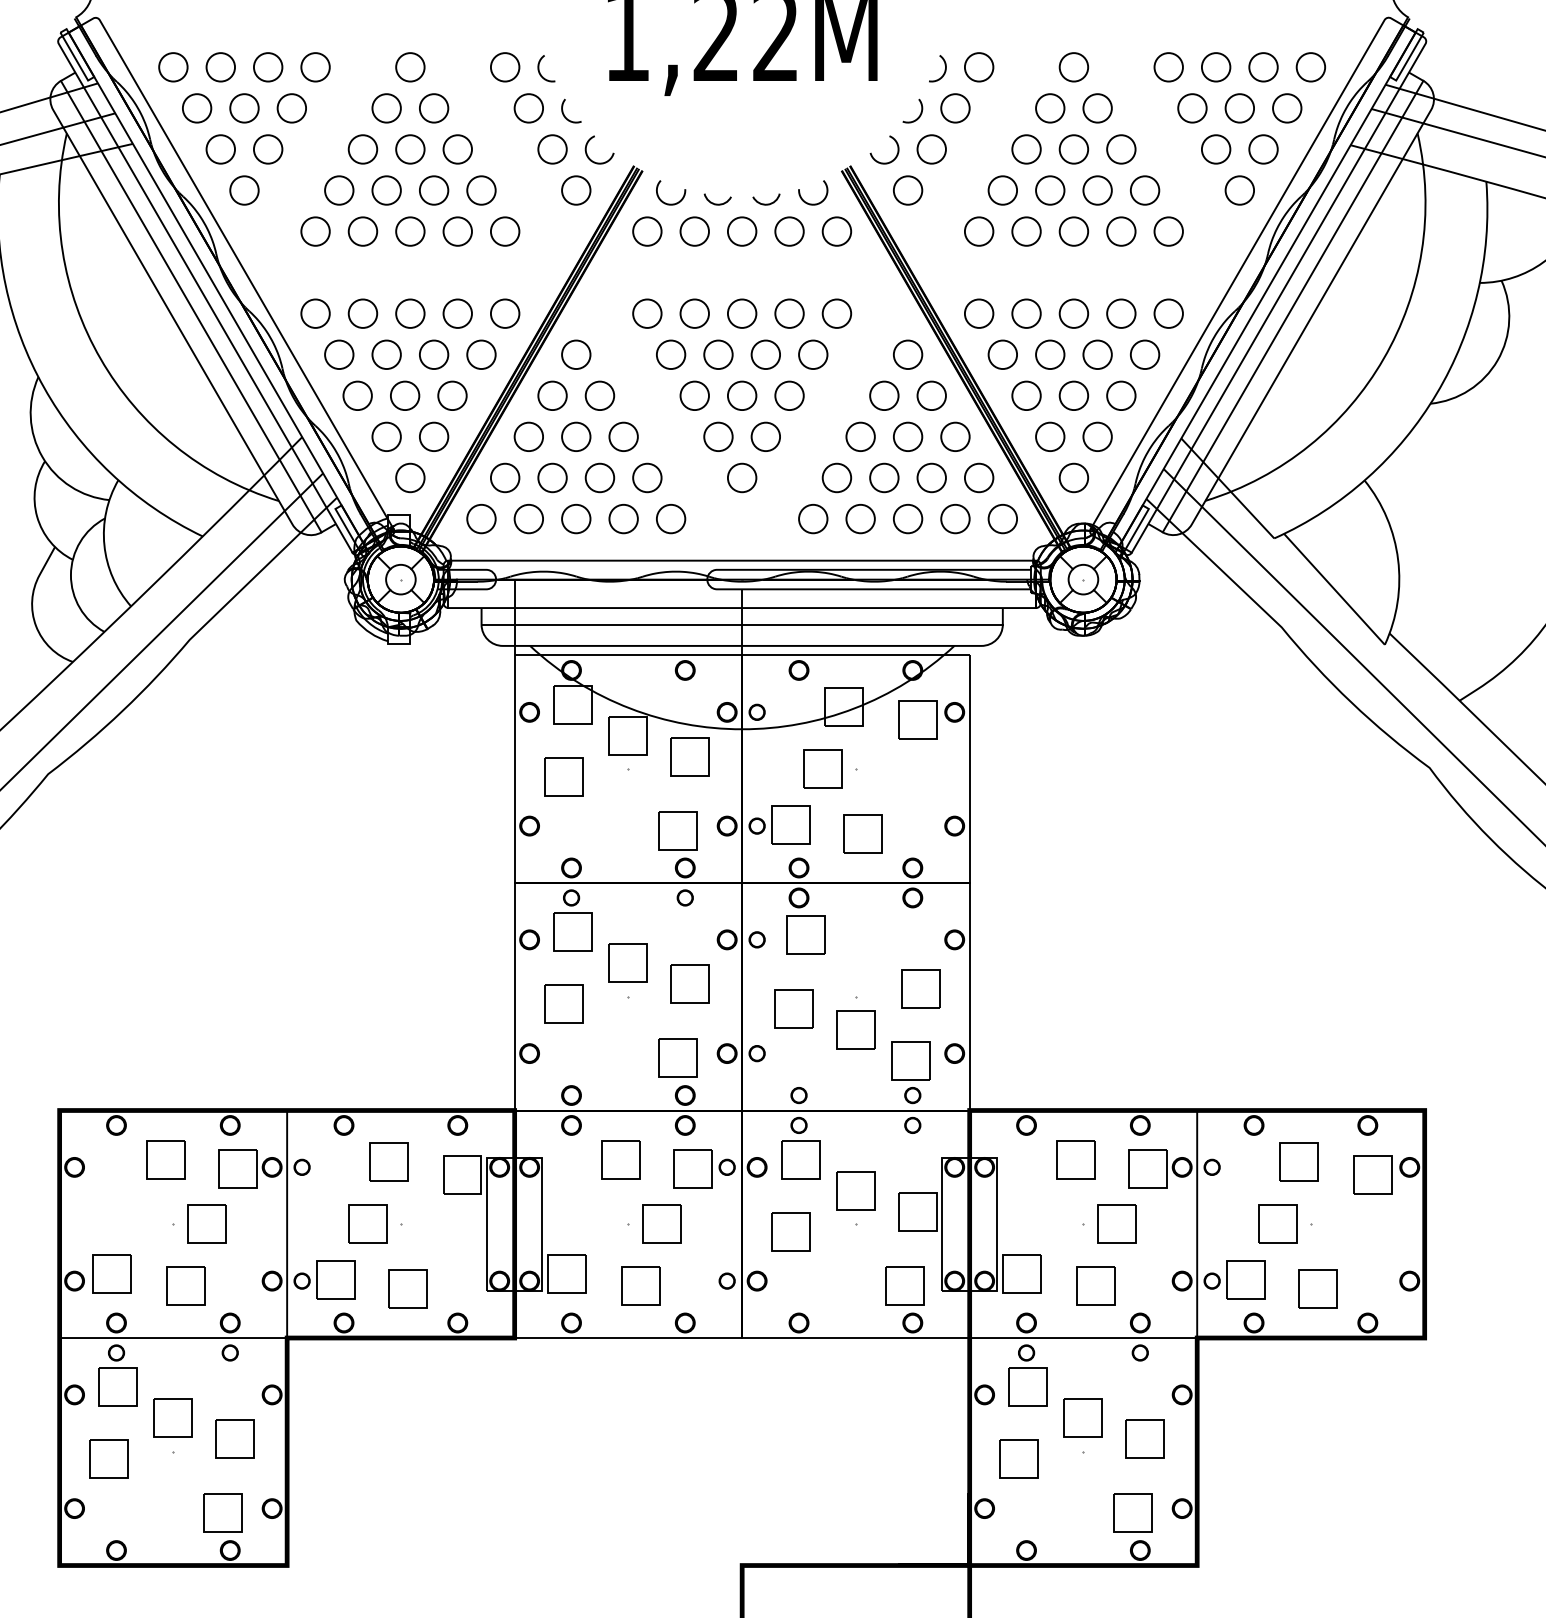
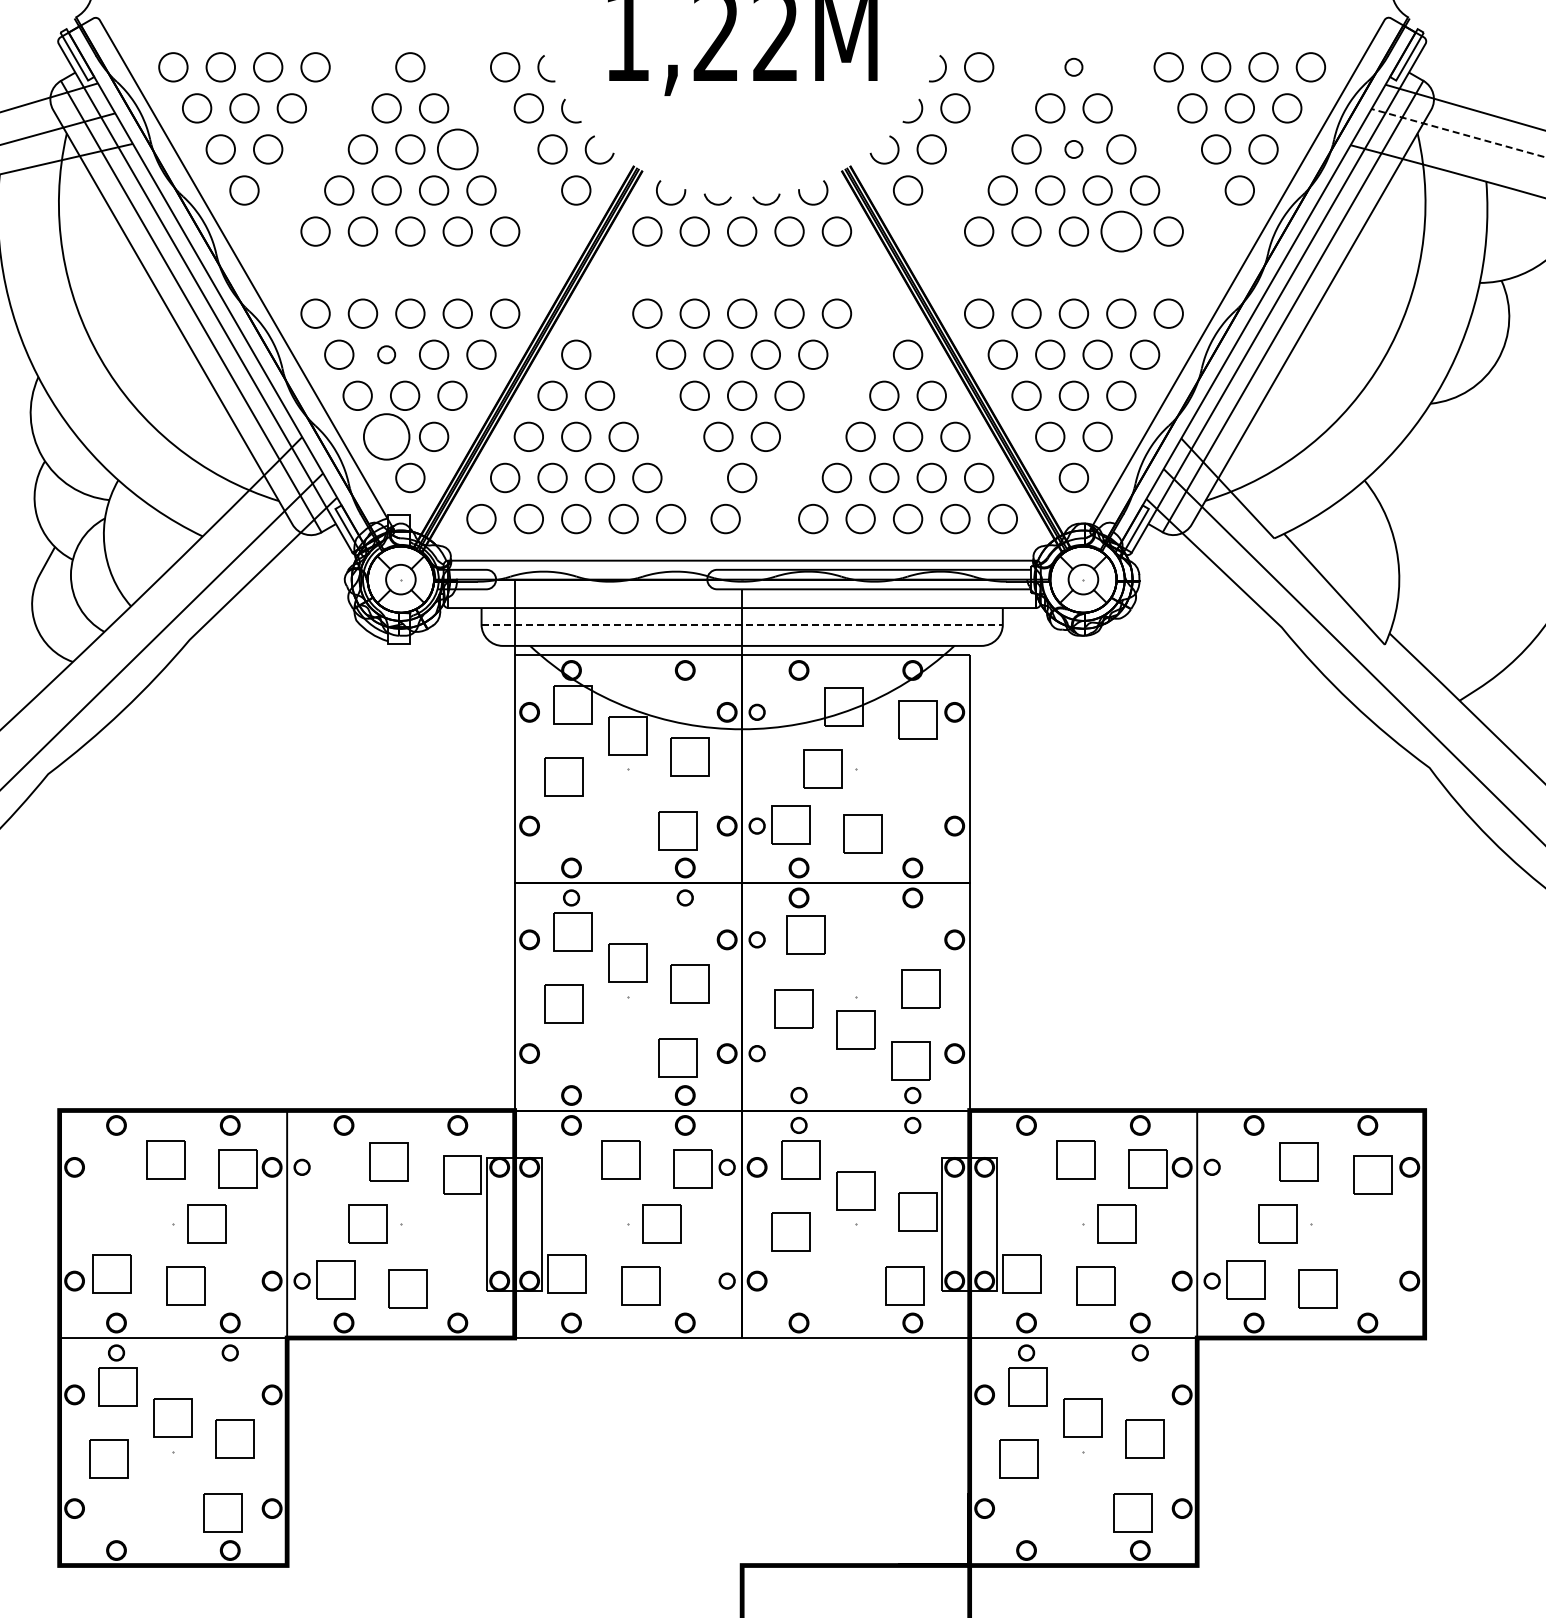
circle at (1073, 67) diameter: 28 px -> 17 px
line at (1458, 133): solid -> dashed
circle at (457, 149) diameter: 28 px -> 40 px
circle at (1073, 149) diameter: 28 px -> 17 px
circle at (1121, 231) diameter: 28 px -> 40 px
circle at (386, 354) diameter: 28 px -> 17 px
circle at (386, 436) diameter: 28 px -> 46 px
circle at (725, 519): none -> present
line at (742, 624): solid -> dashed
